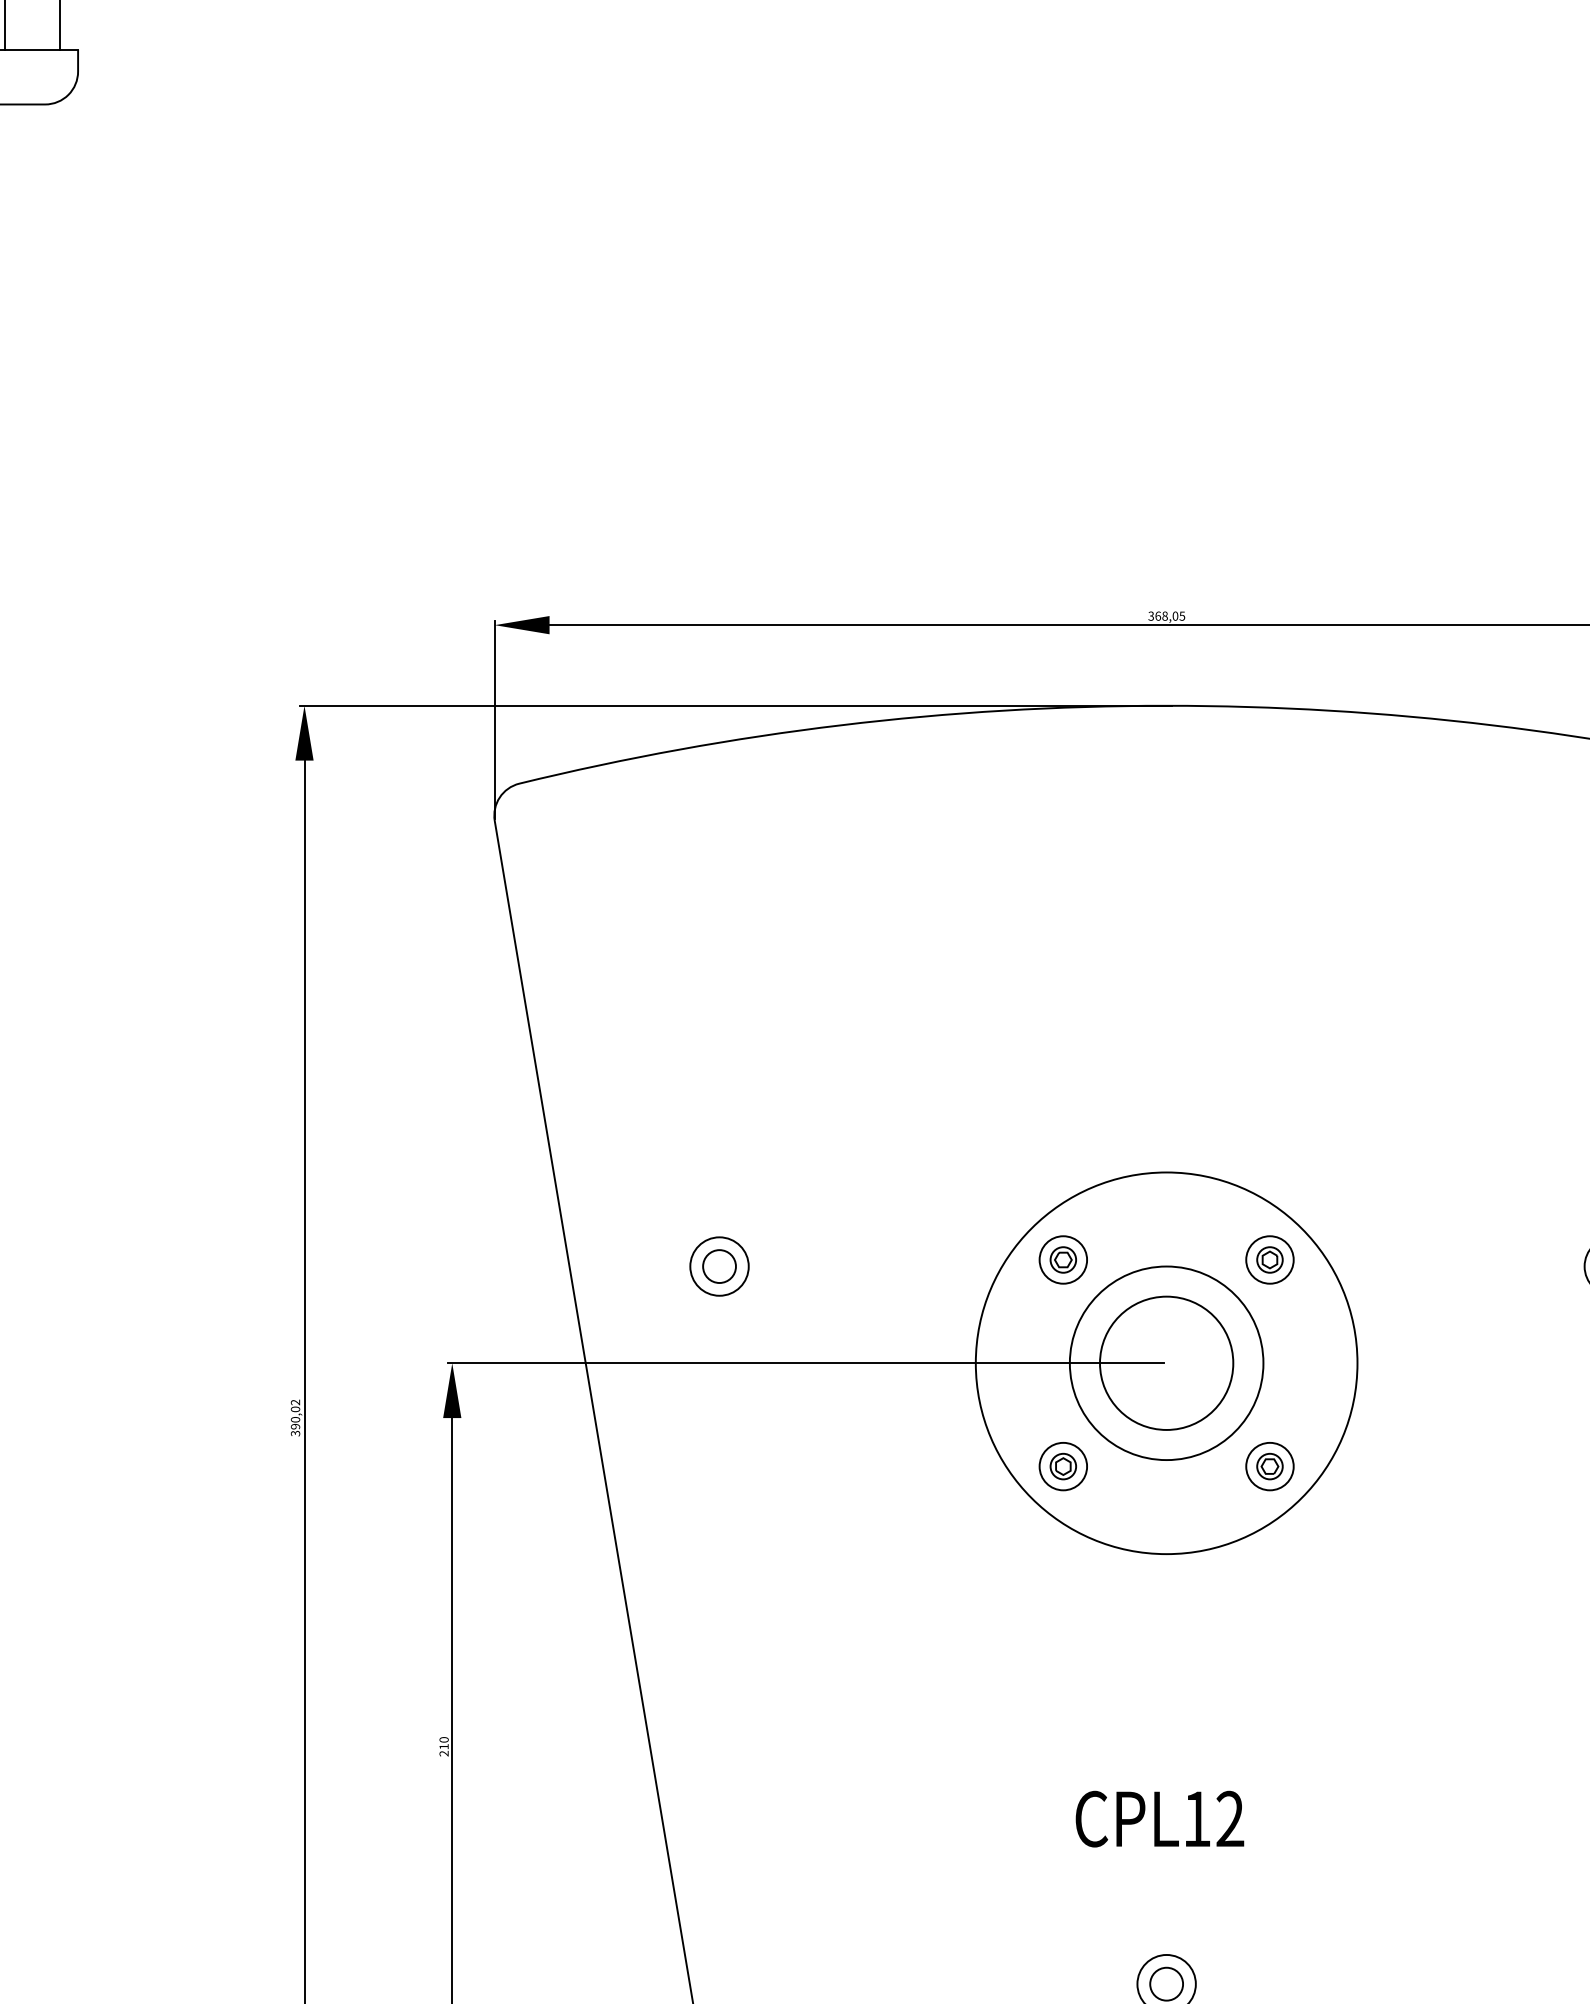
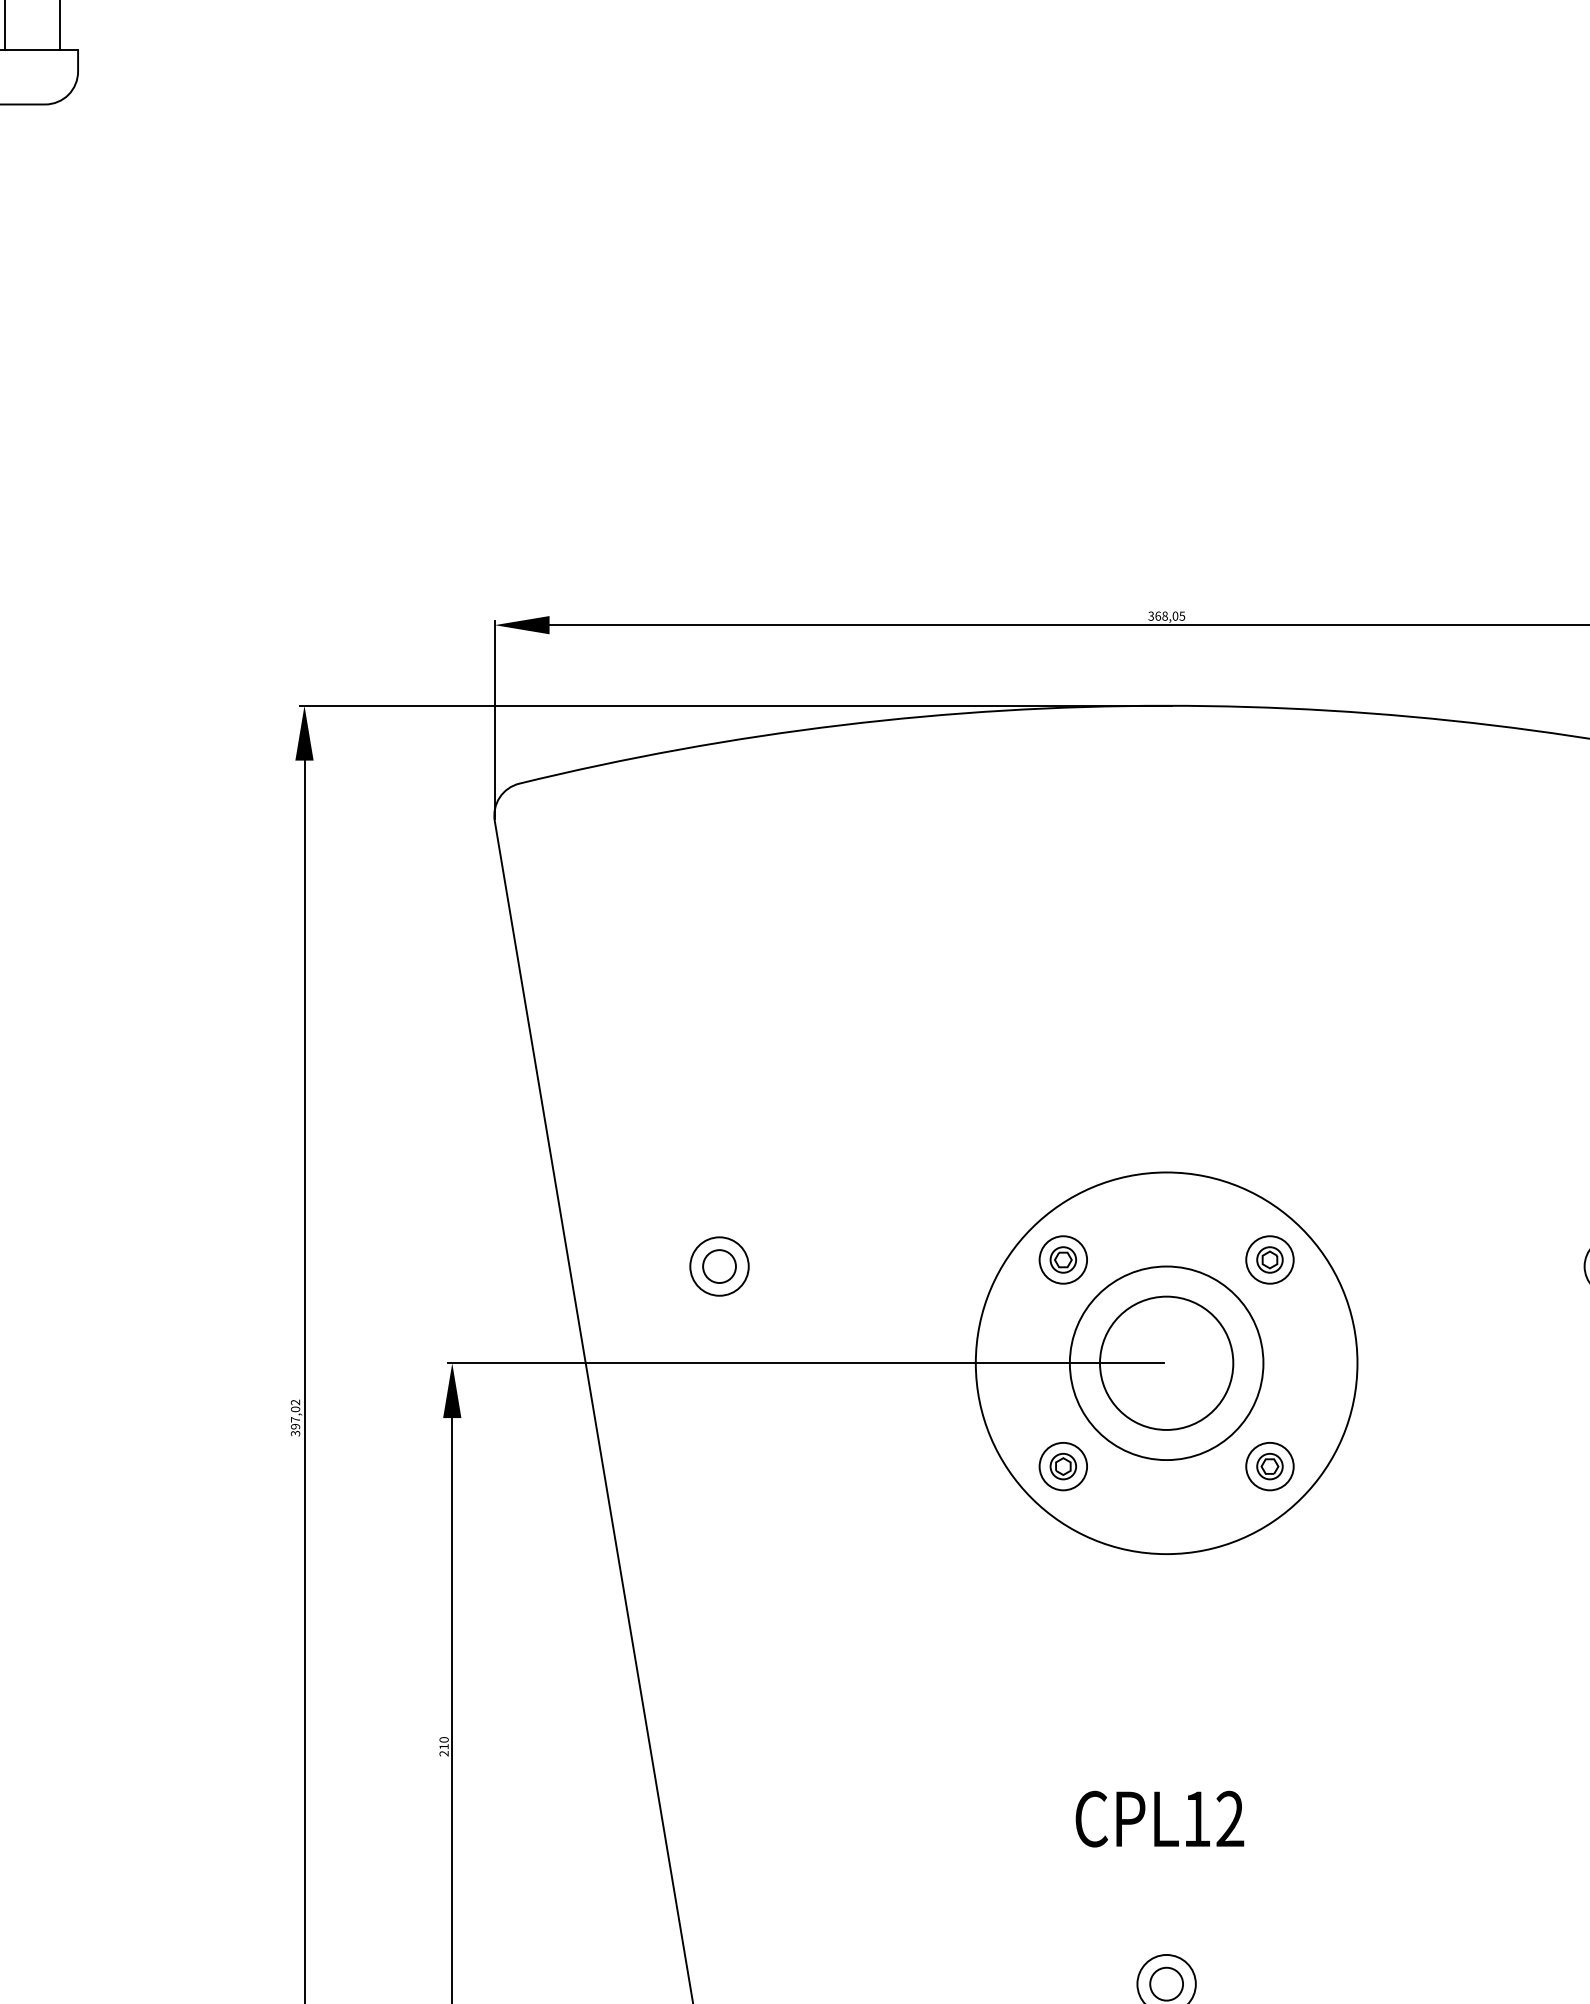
text at (295, 1419): 390,02 -> 397,02
